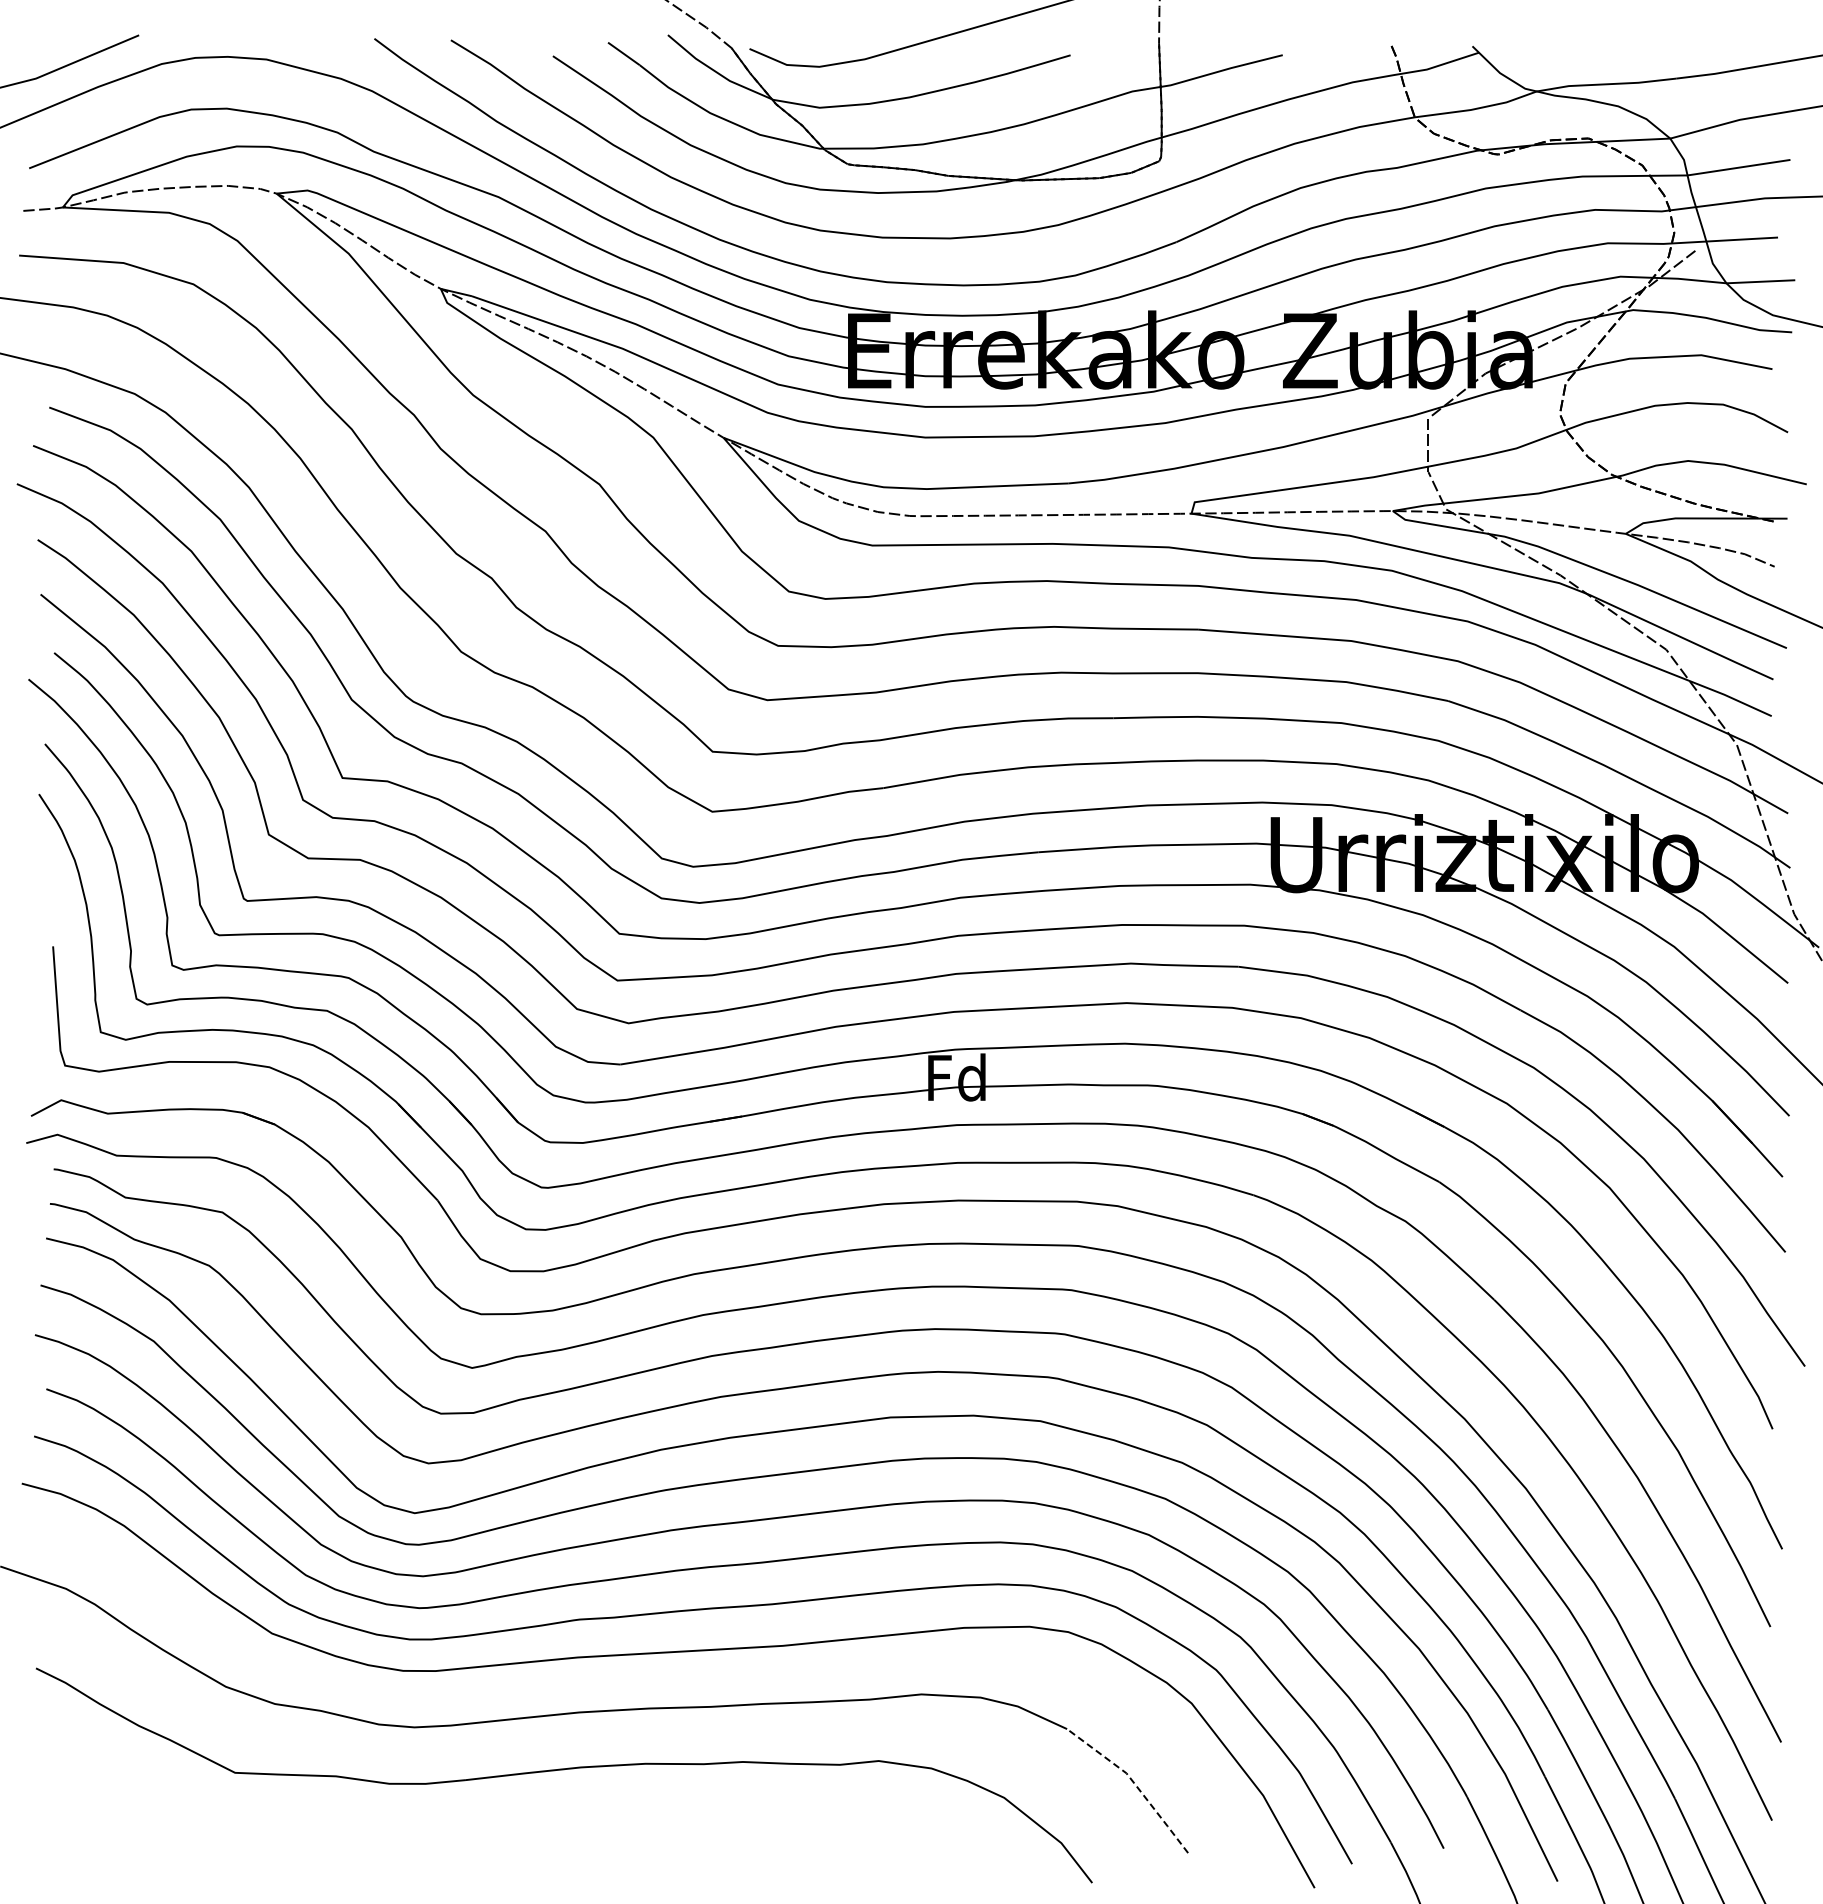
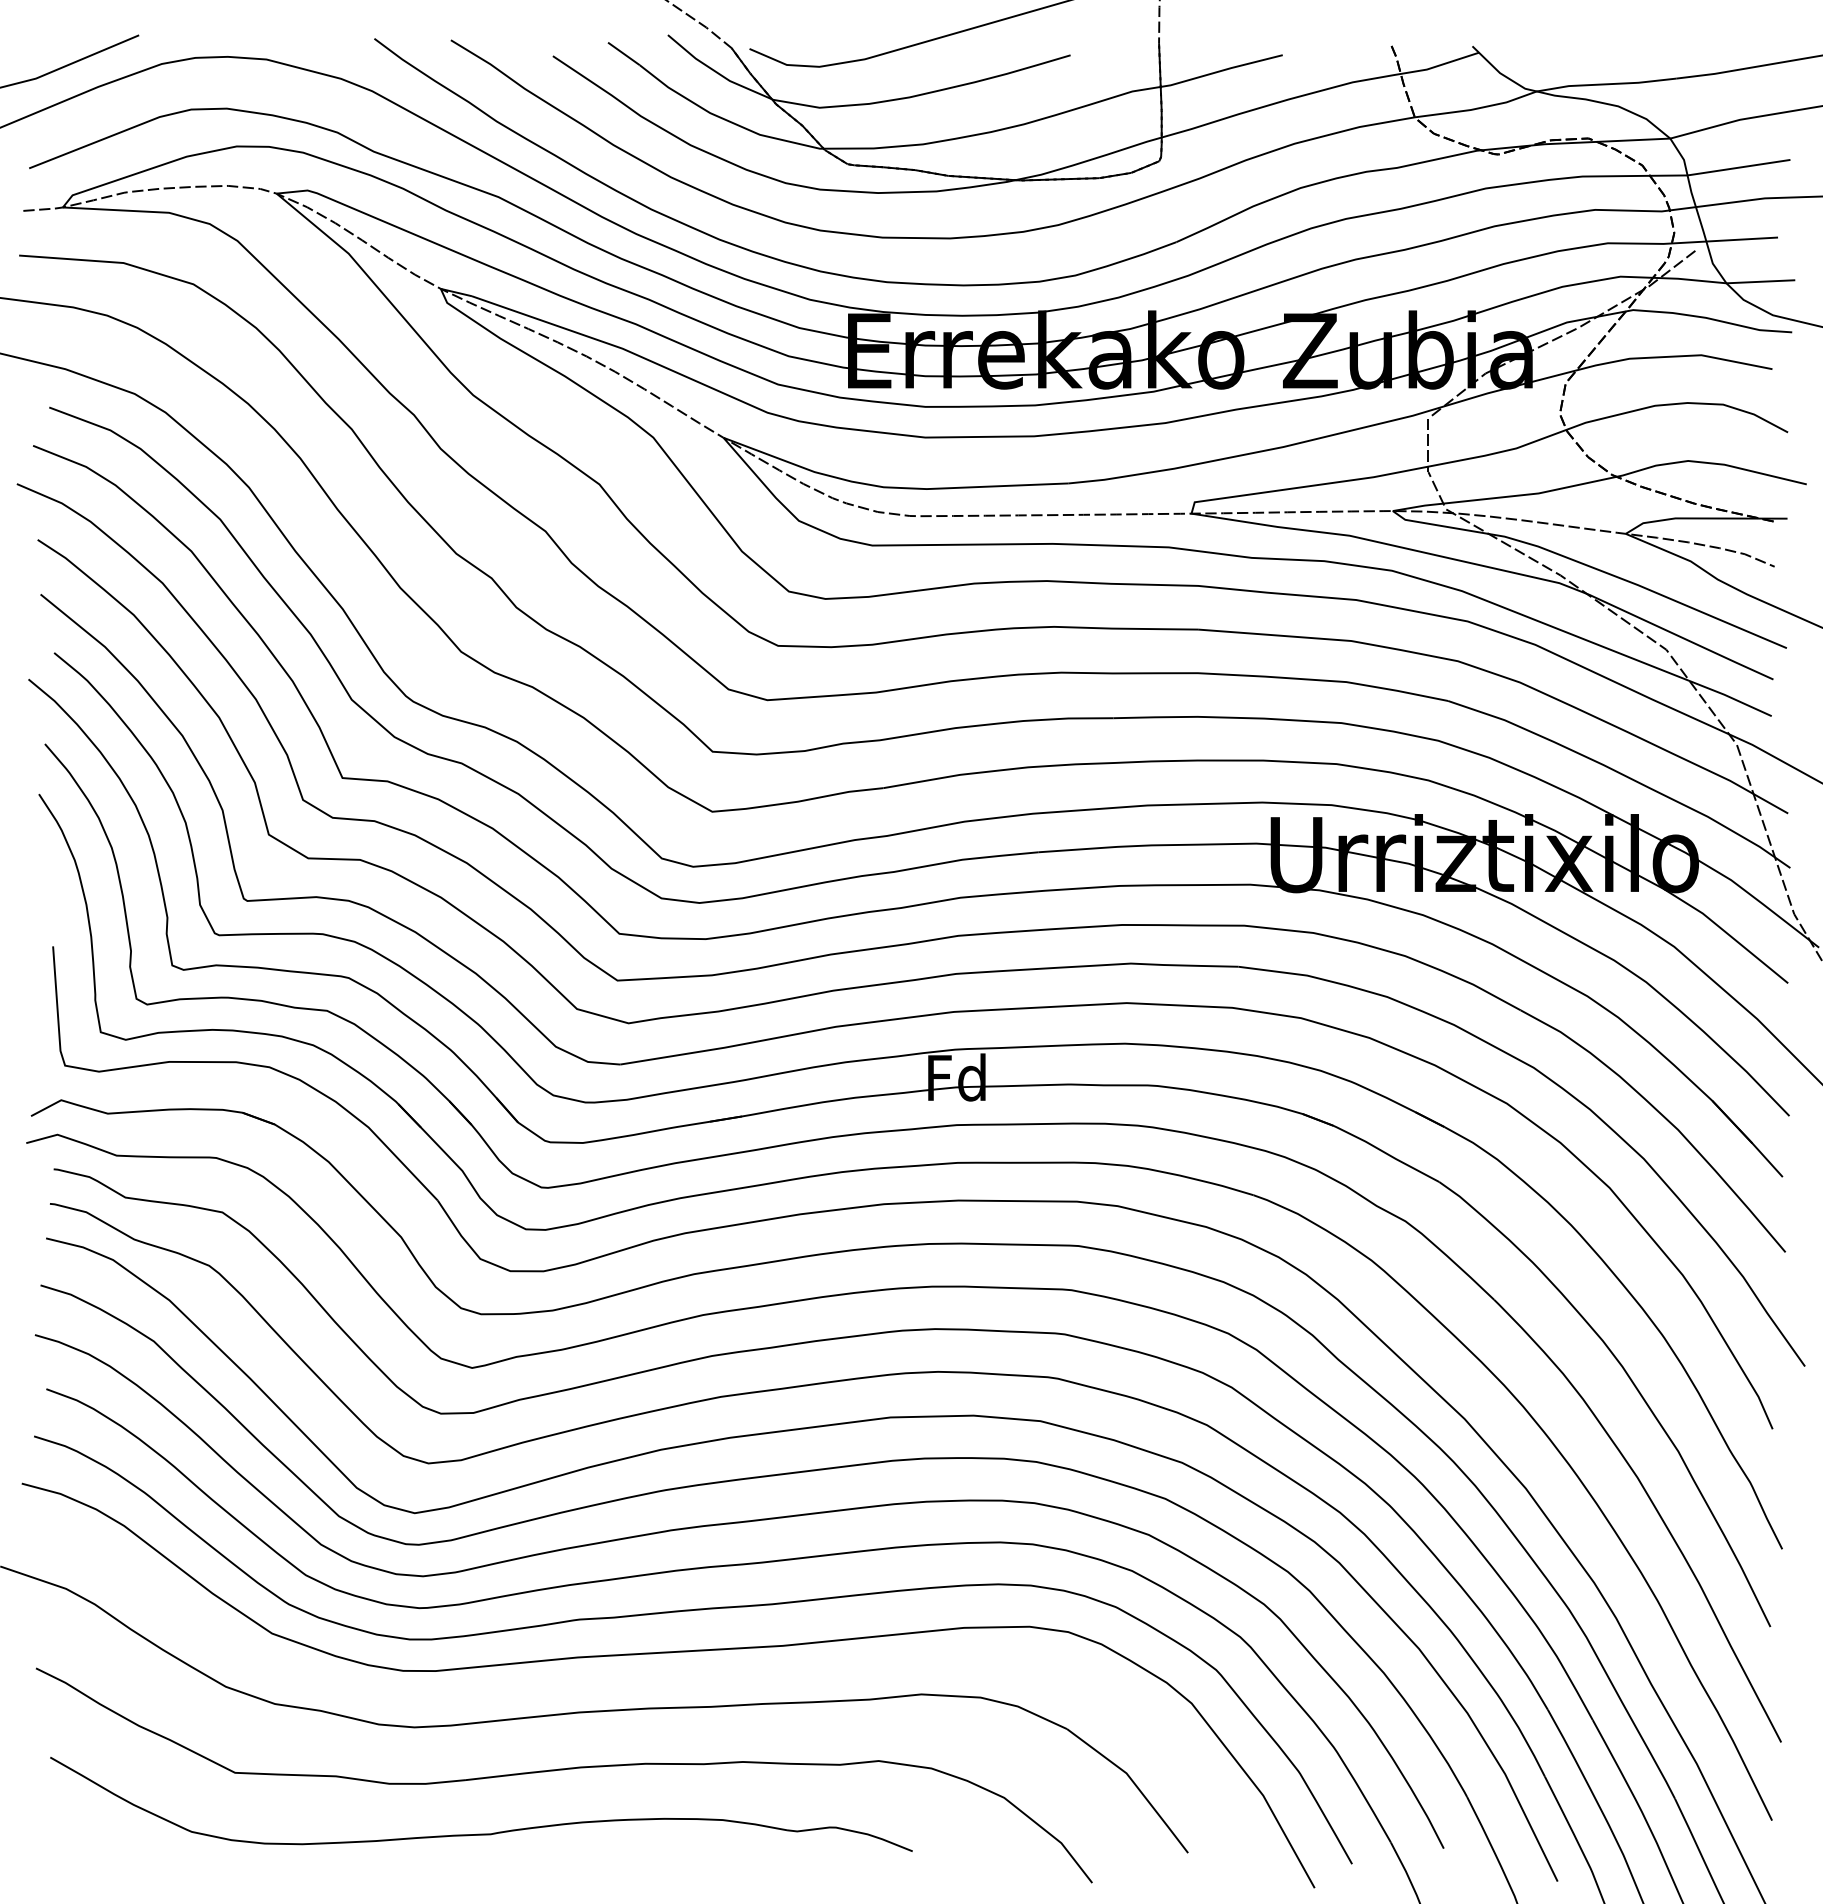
line at (1134, 1783): dashed -> solid
part at (481, 1833): none -> present
